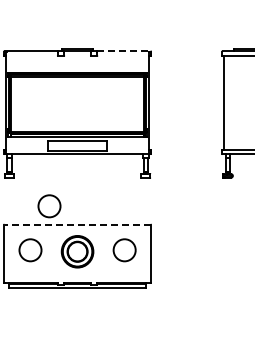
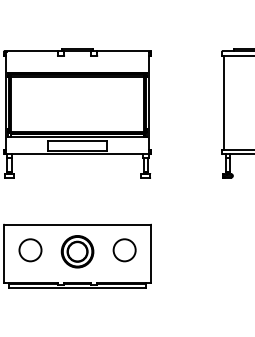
line at (124, 51): dashed -> solid
circle at (49, 206): present -> none
line at (77, 224): dashed -> solid
